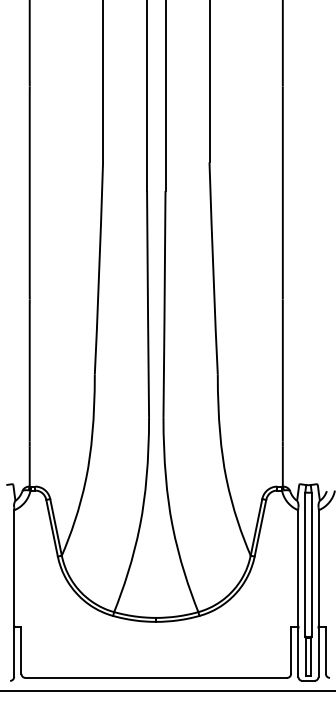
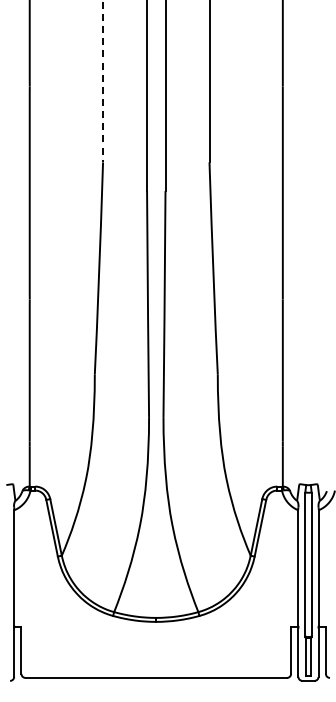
line at (103, 81): solid -> dashed
line at (167, 691): present -> none
